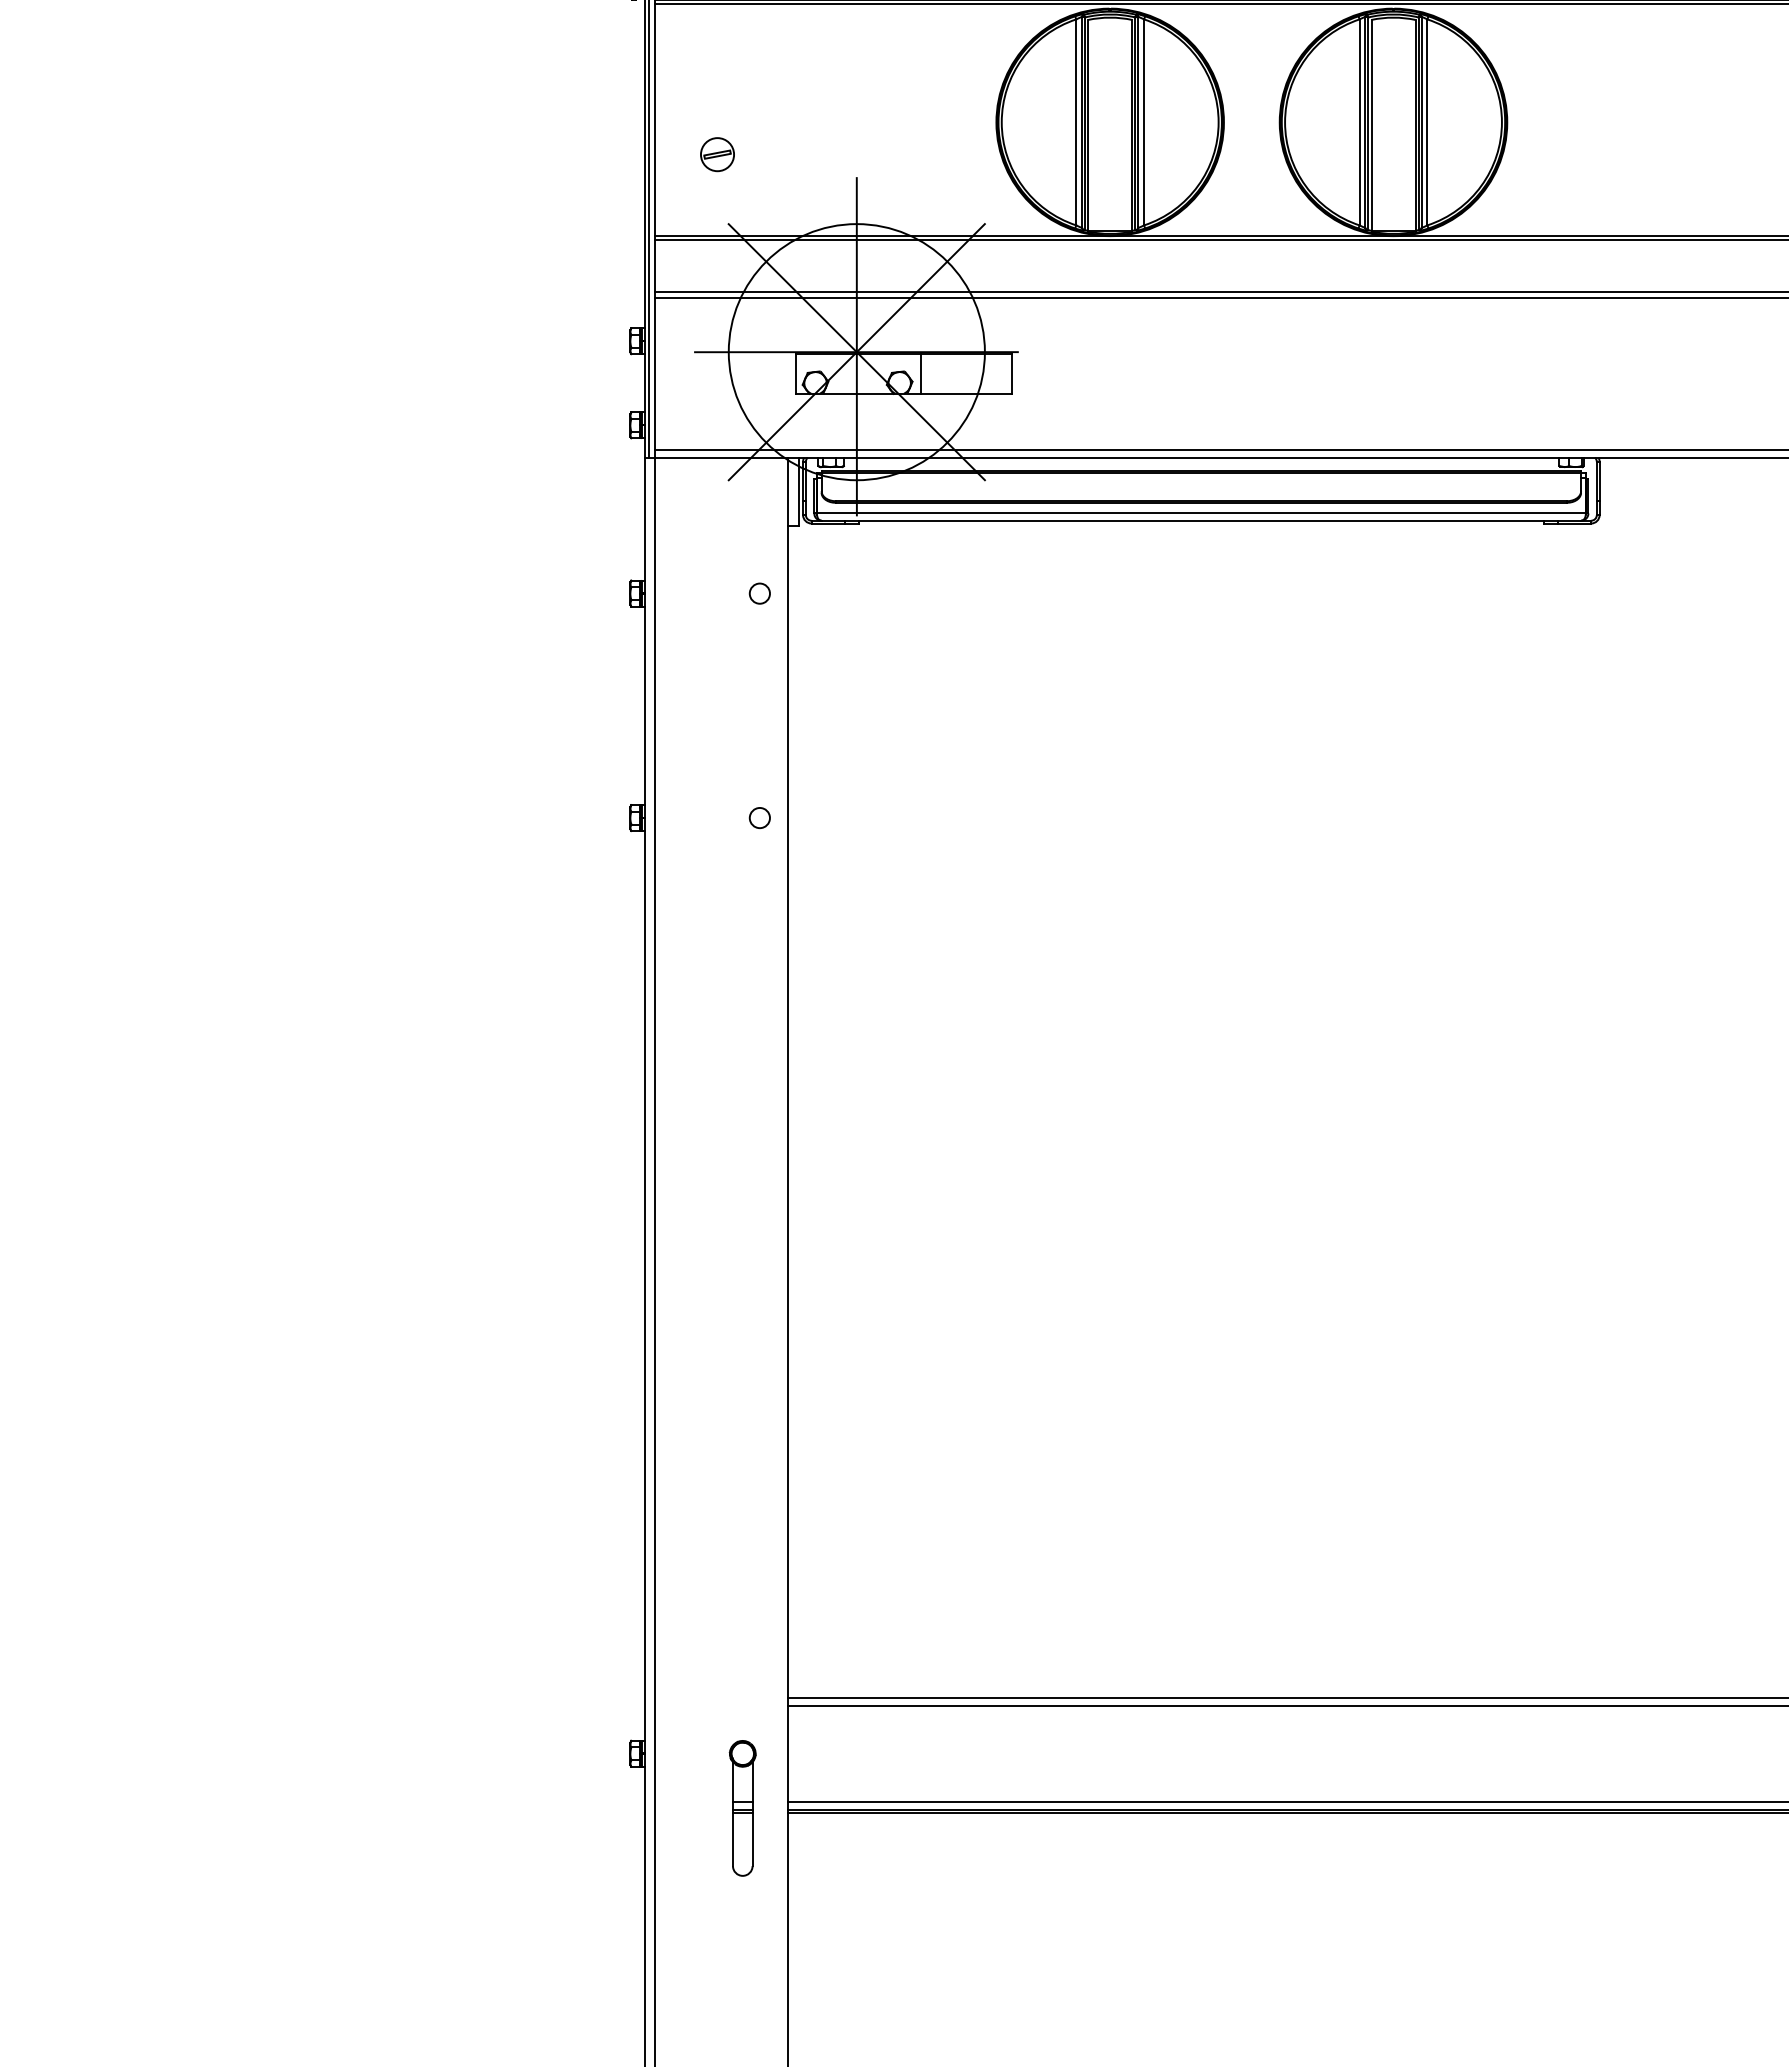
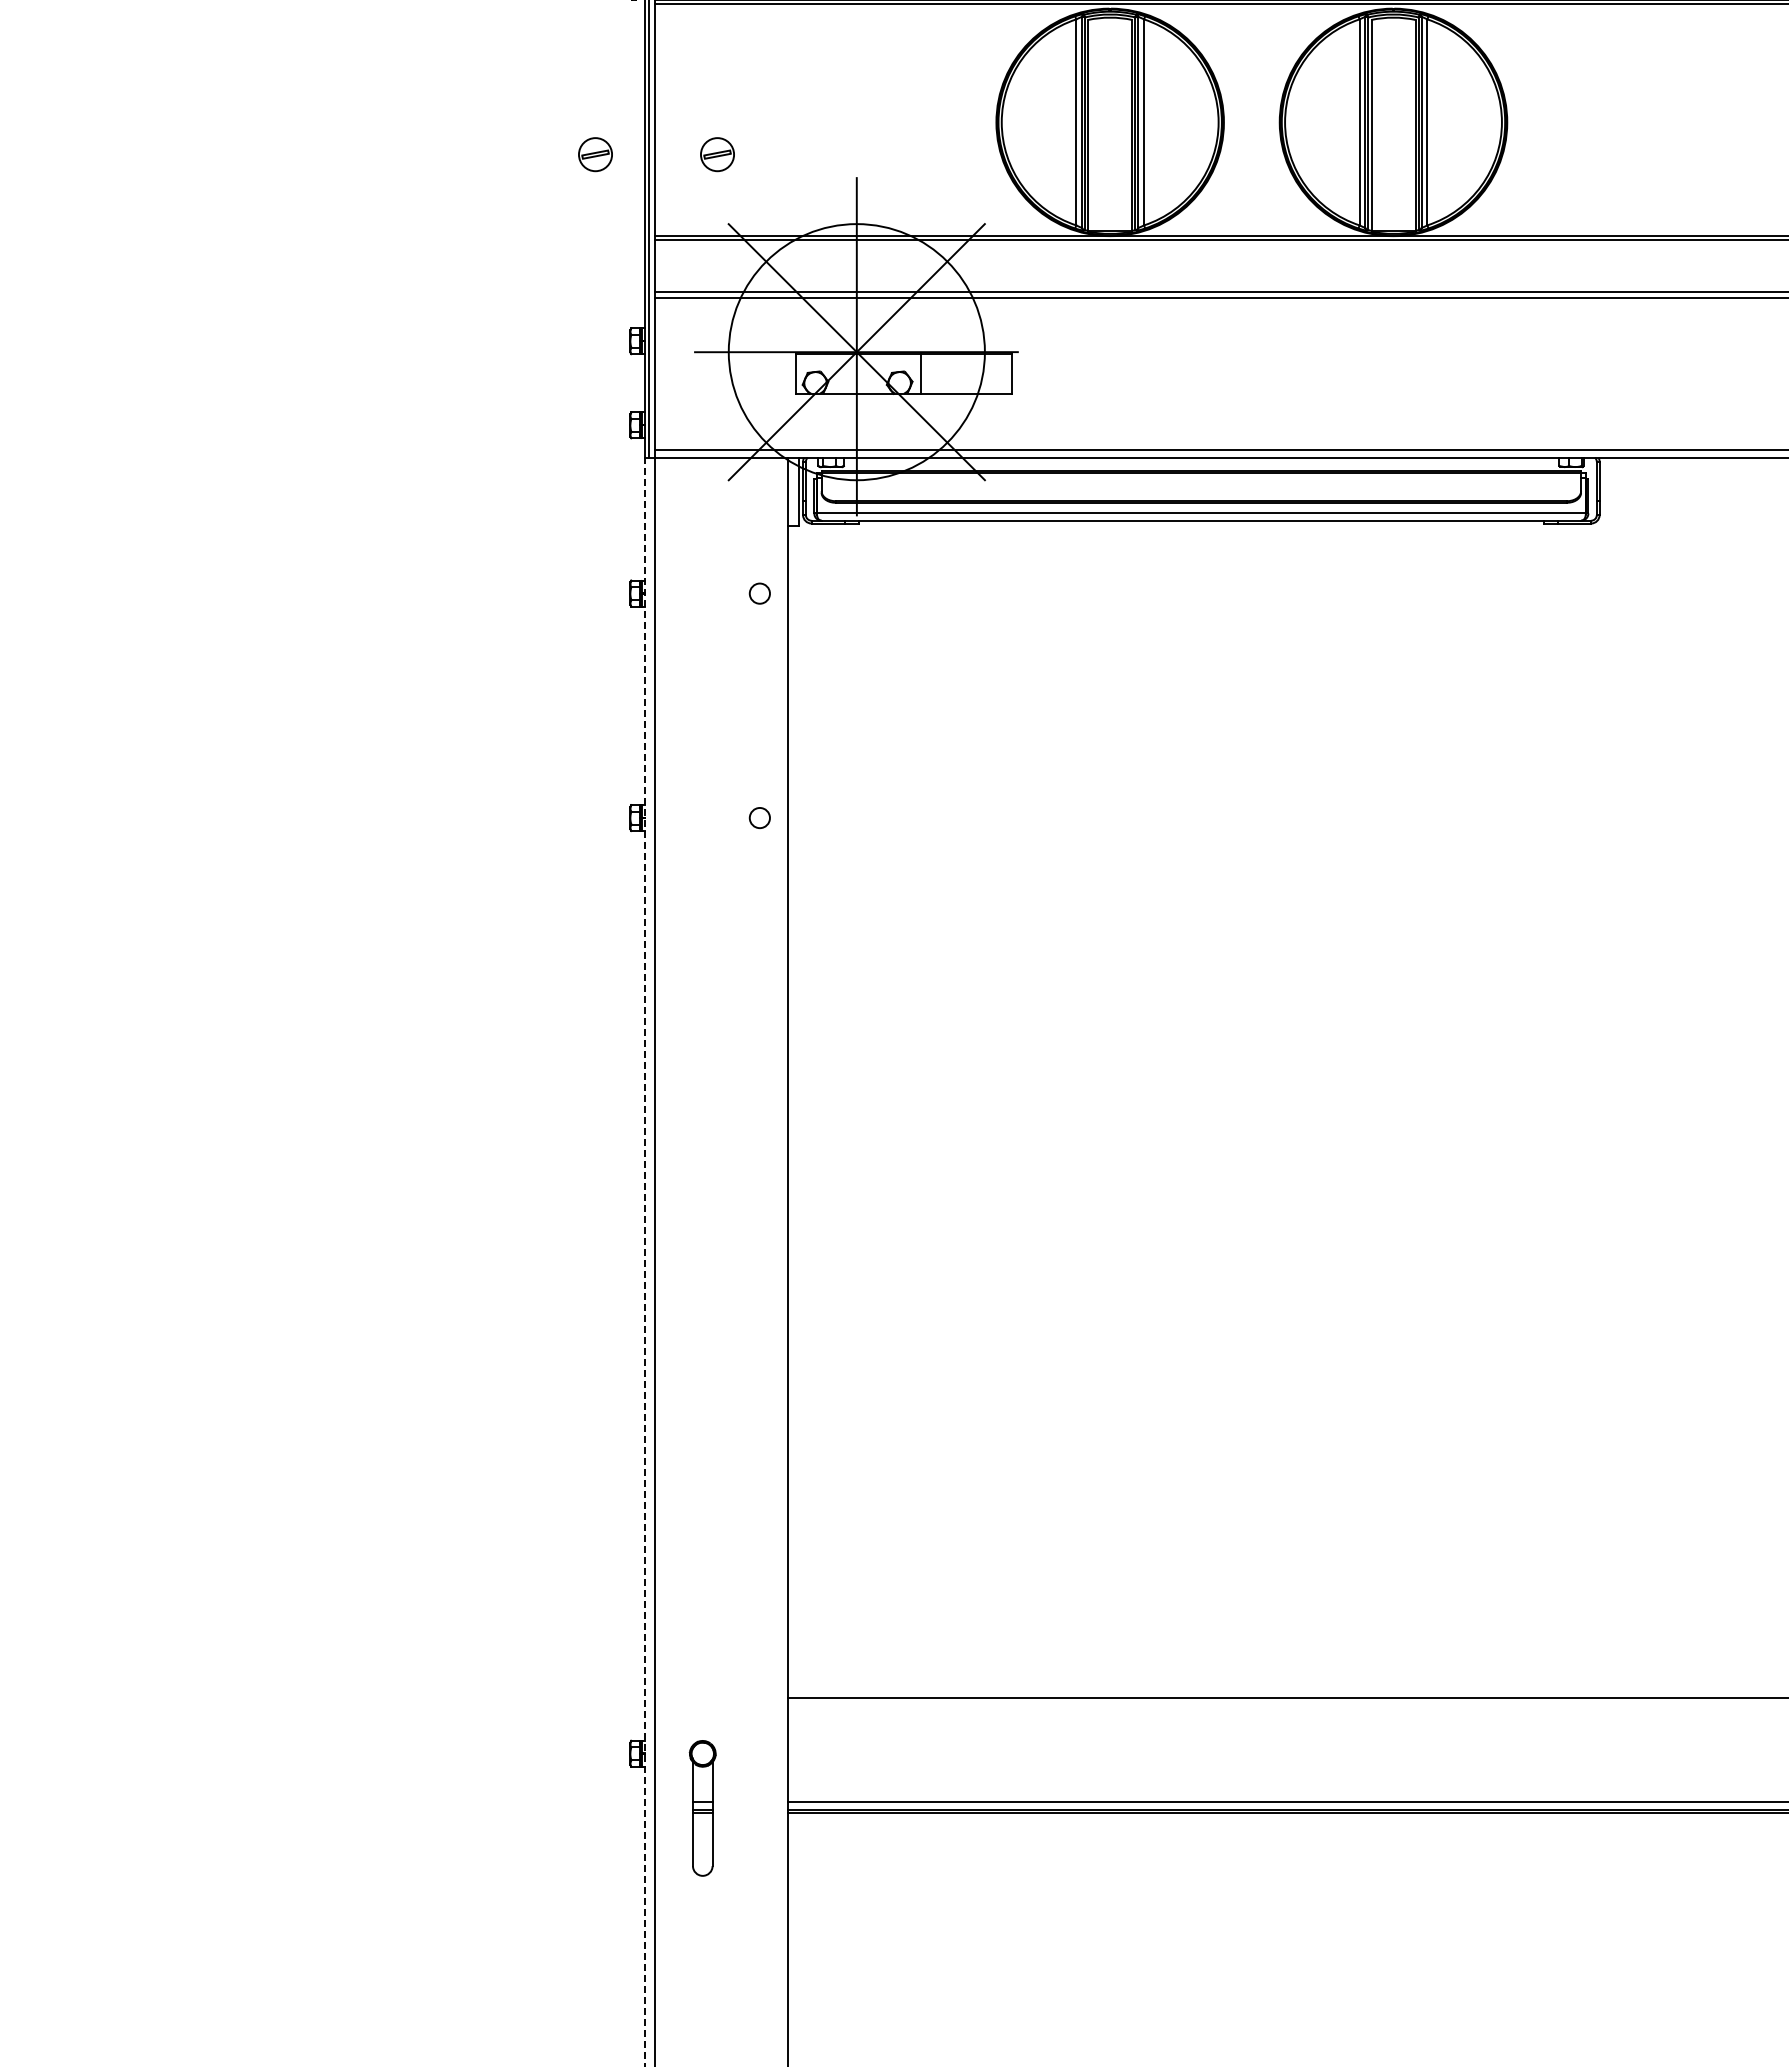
part at (595, 154): none -> present
line at (644, 1261): solid -> dashed
line at (1286, 1706): present -> none
part at (742, 1808) position: (742, 1808) -> (702, 1808)
